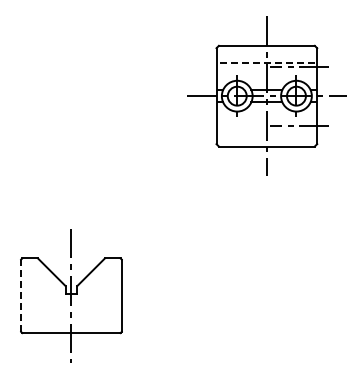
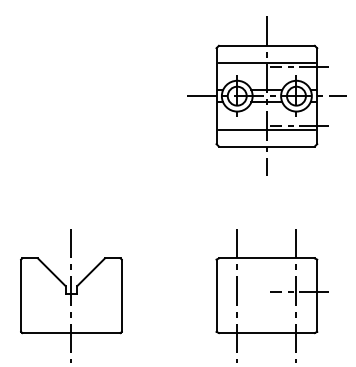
line at (266, 62): dashed -> solid
line at (266, 129): none -> present
line at (21, 295): dashed -> solid
part at (271, 295): none -> present
